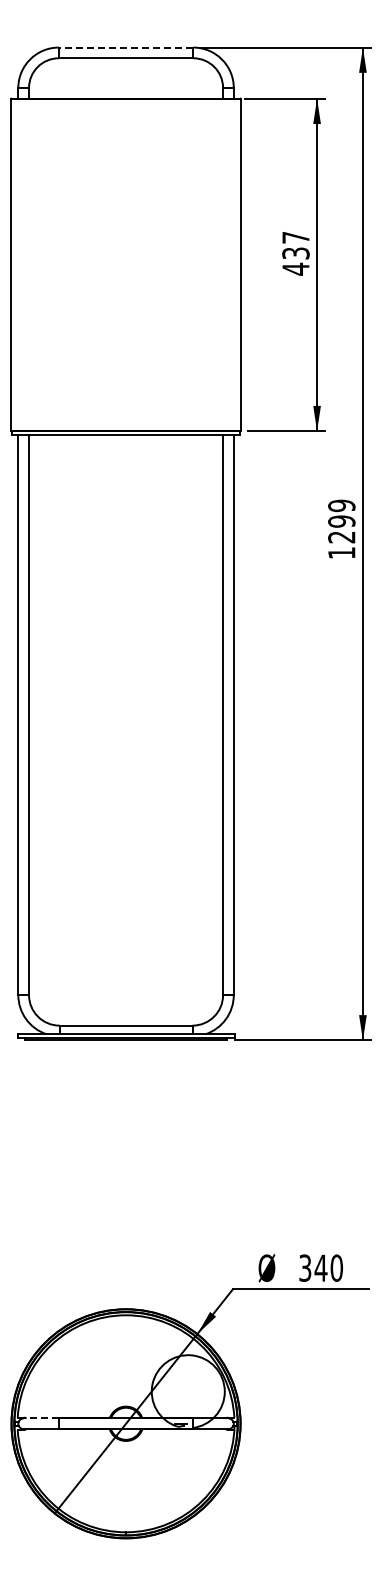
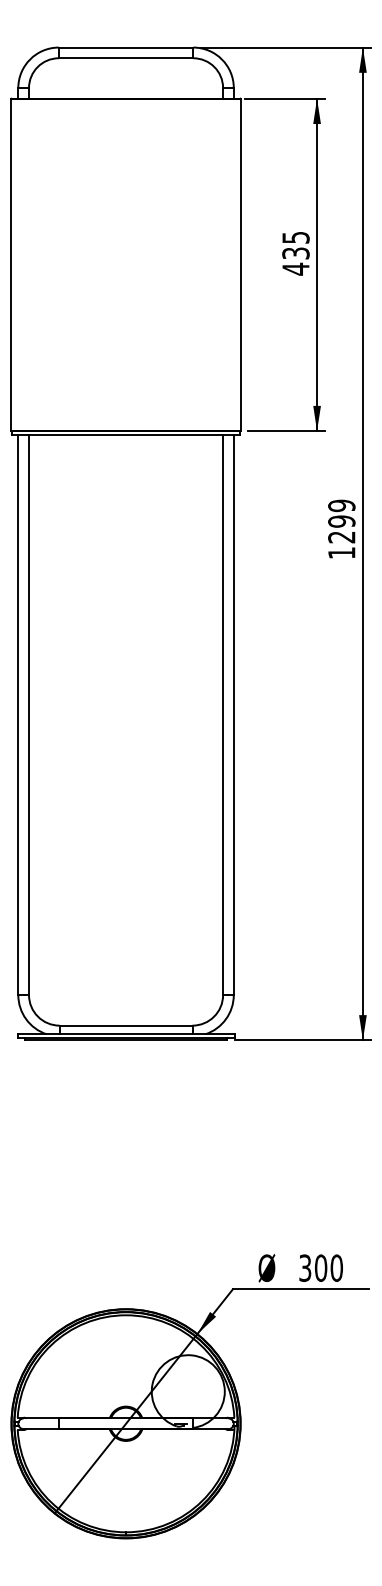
line at (125, 47): dashed -> solid
text at (295, 237): 437 -> 435
text at (320, 1267): 340 -> 300
line at (41, 1418): dashed -> solid
